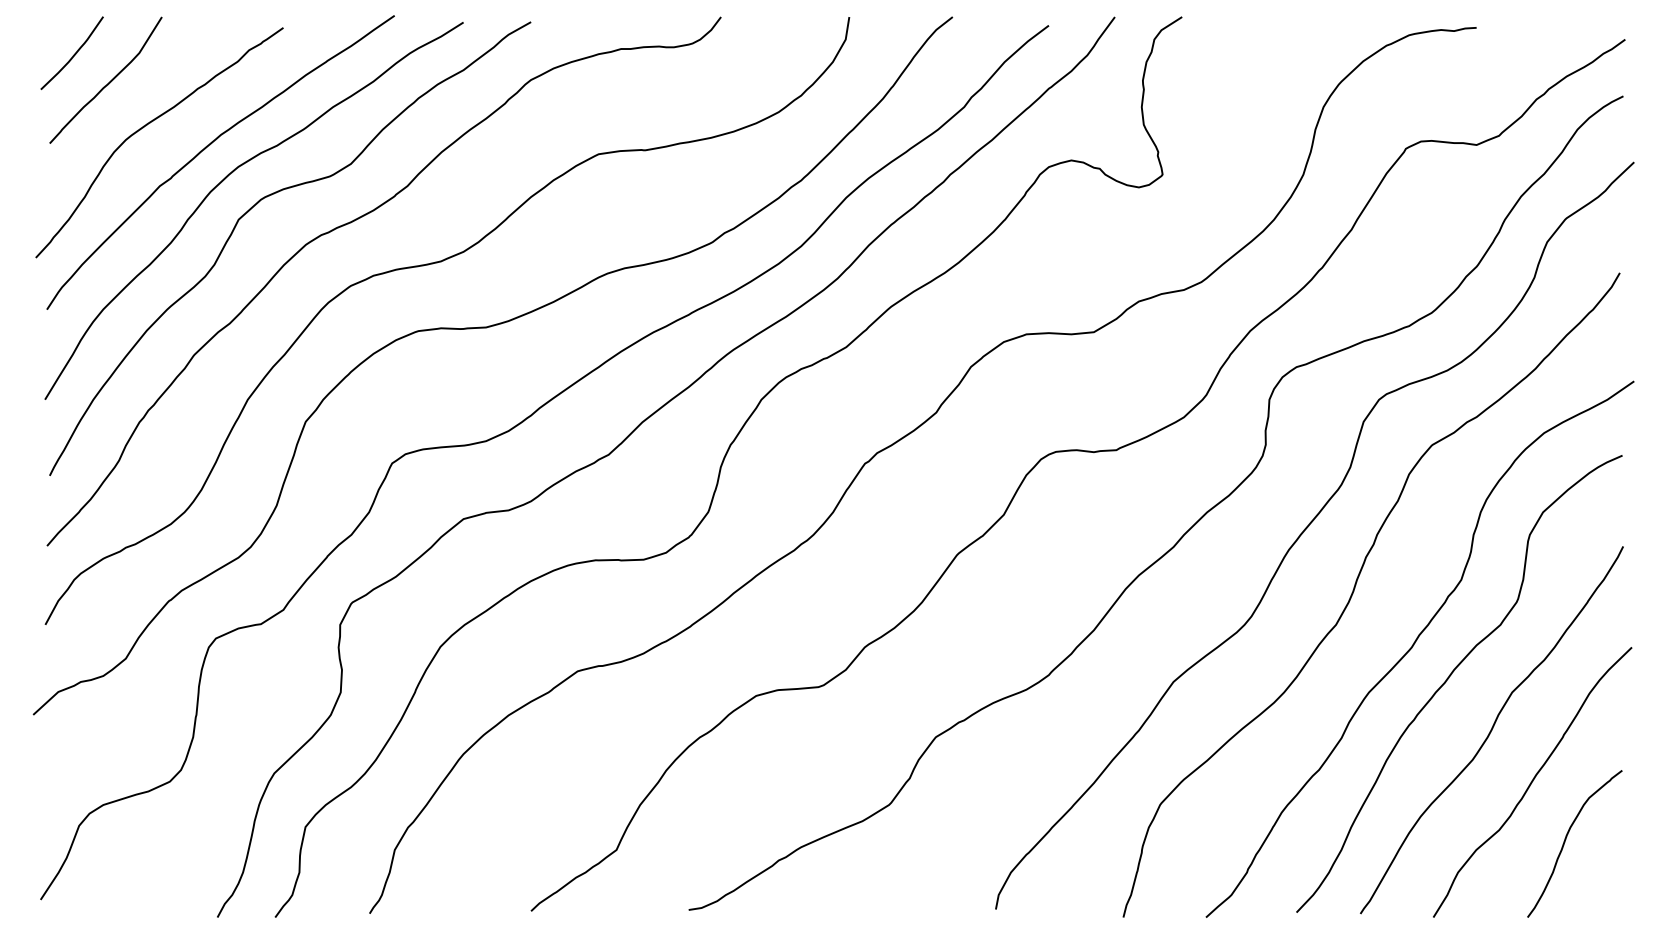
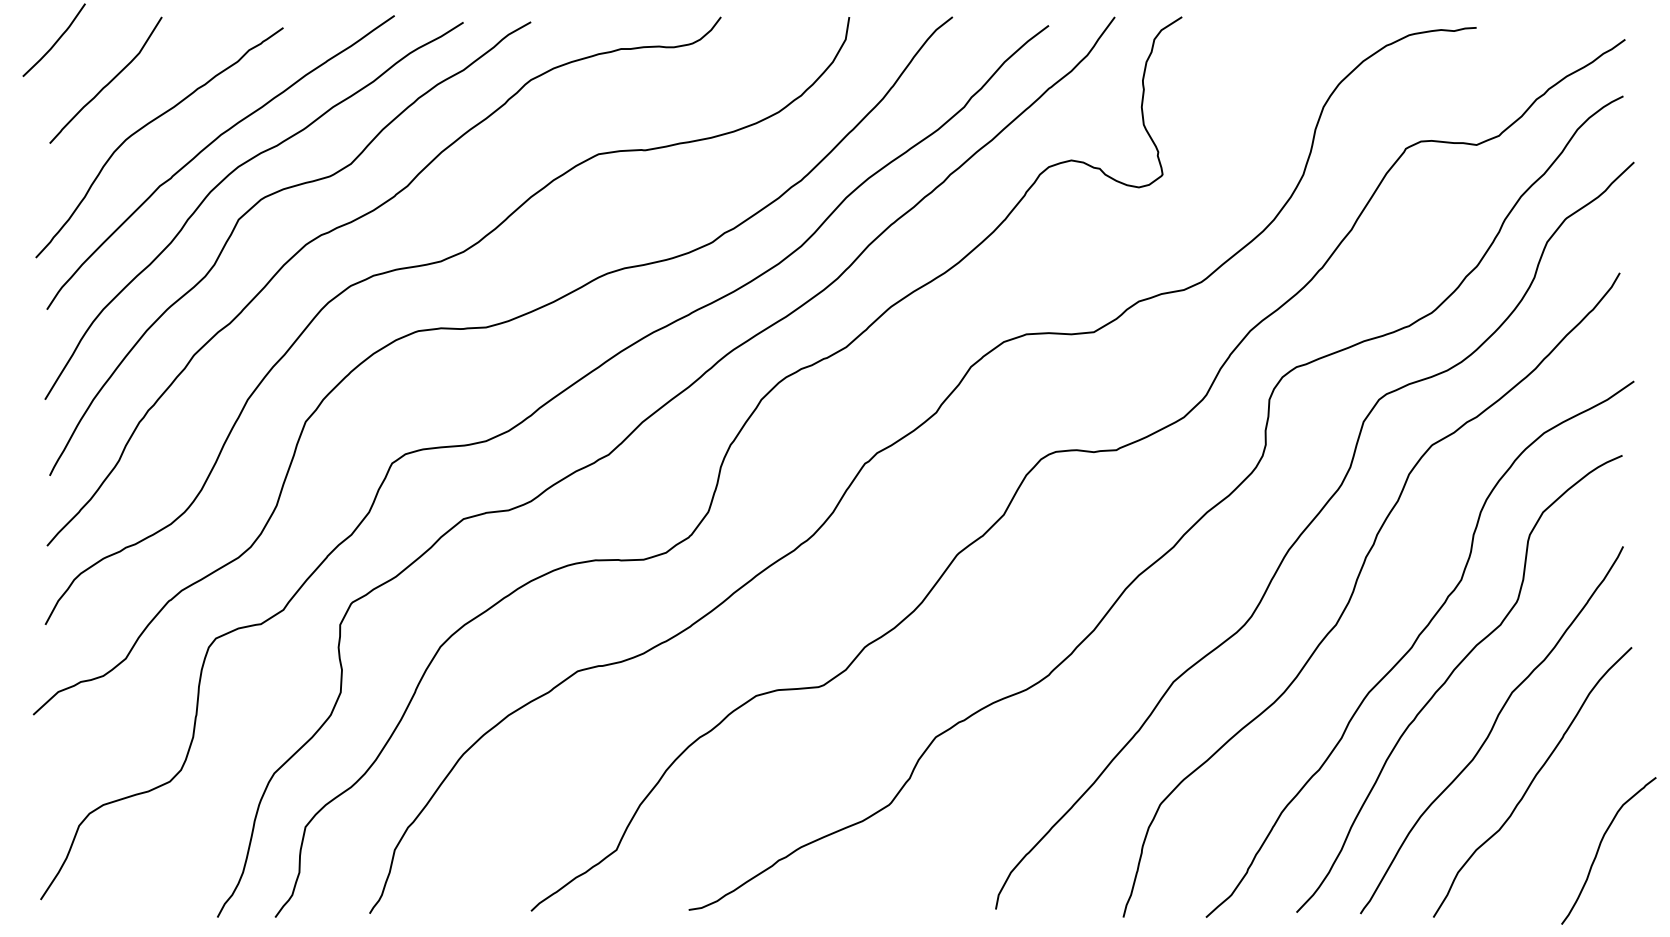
curve at (73, 54) position: (73, 54) -> (55, 41)
curve at (1566, 839) position: (1566, 839) -> (1600, 846)
